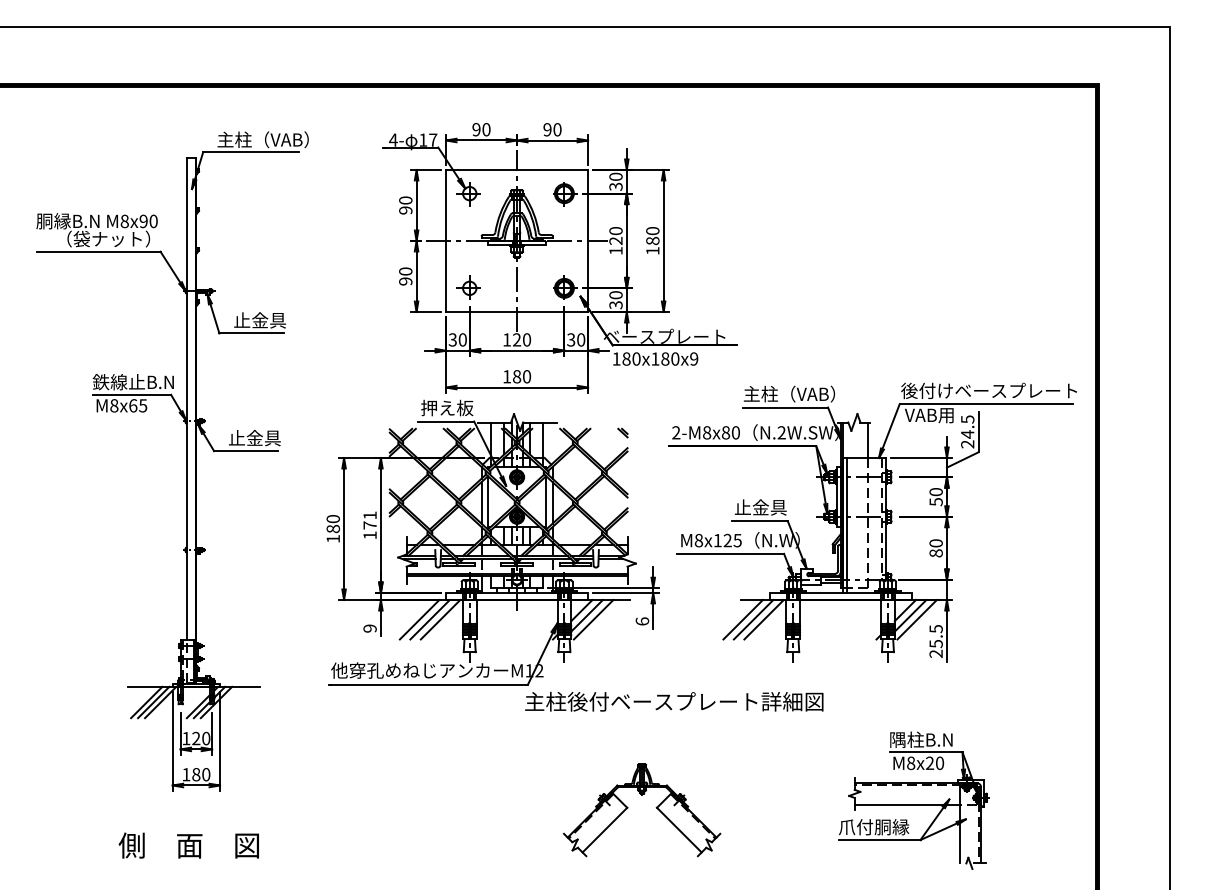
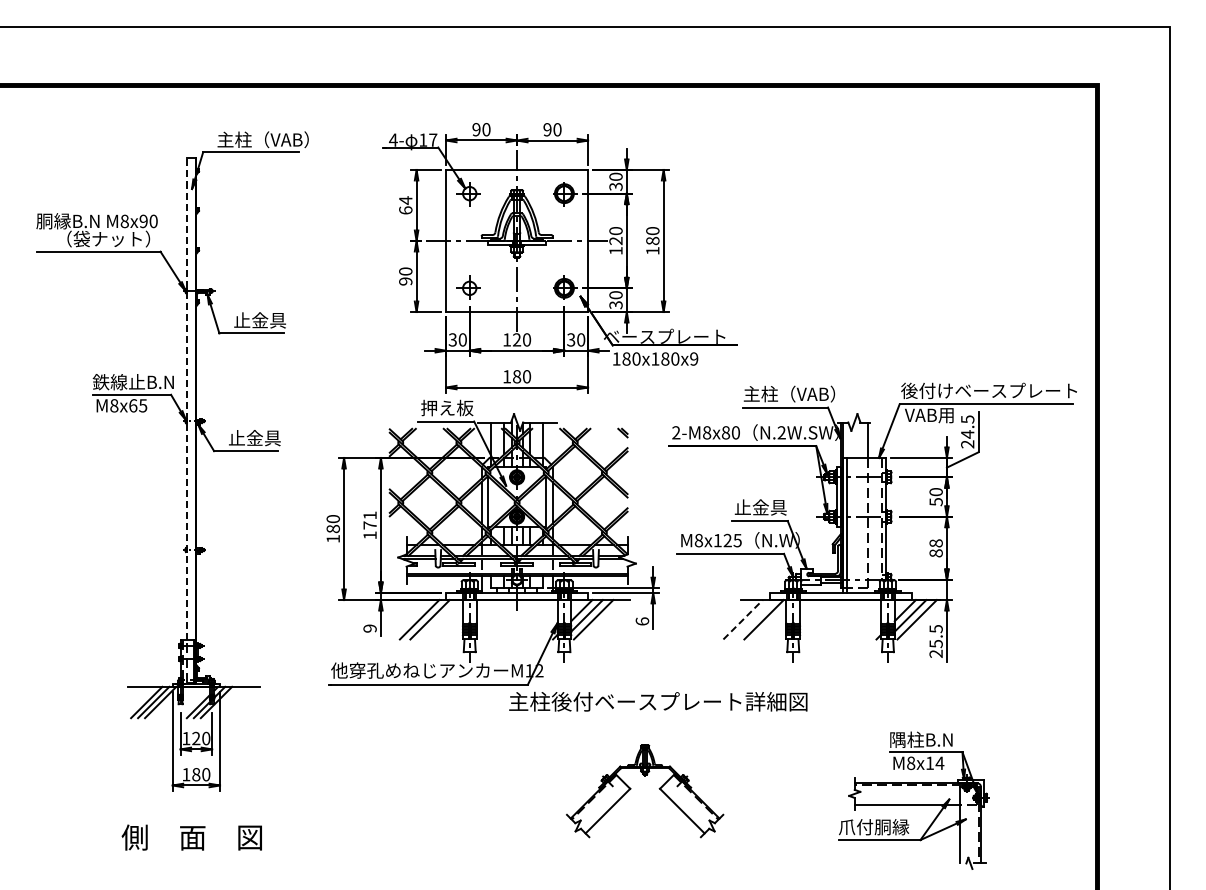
text at (405, 205): 90 -> 64
line at (187, 398): solid -> dashed
text at (936, 543): 80 -> 88
line at (440, 619): present -> none
line at (743, 619): solid -> dashed
line at (753, 619): present -> none
text at (674, 701) position: (674, 701) -> (658, 701)
text at (934, 762): M8x20 -> M8x14
part at (655, 807) position: (655, 807) -> (658, 788)
text at (188, 845) position: (188, 845) -> (191, 837)
